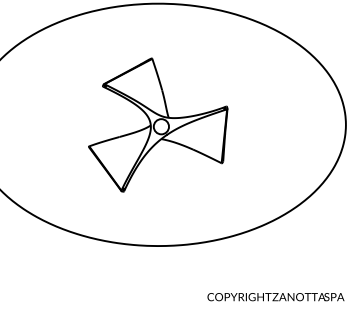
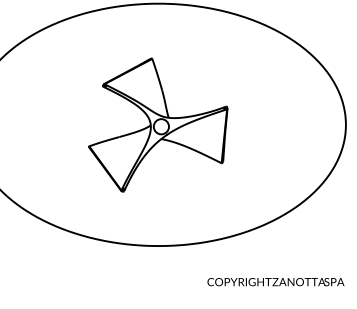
text at (275, 297) position: (275, 297) -> (275, 282)
